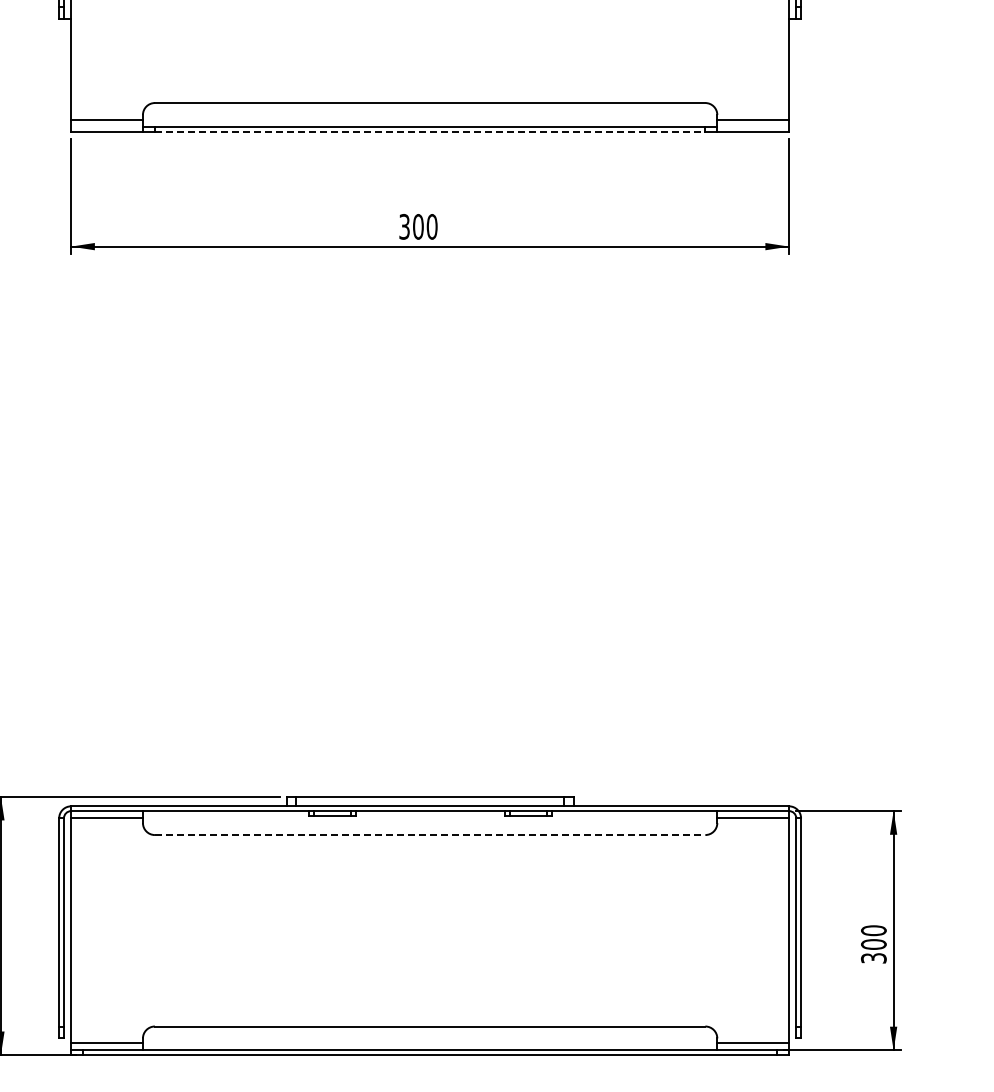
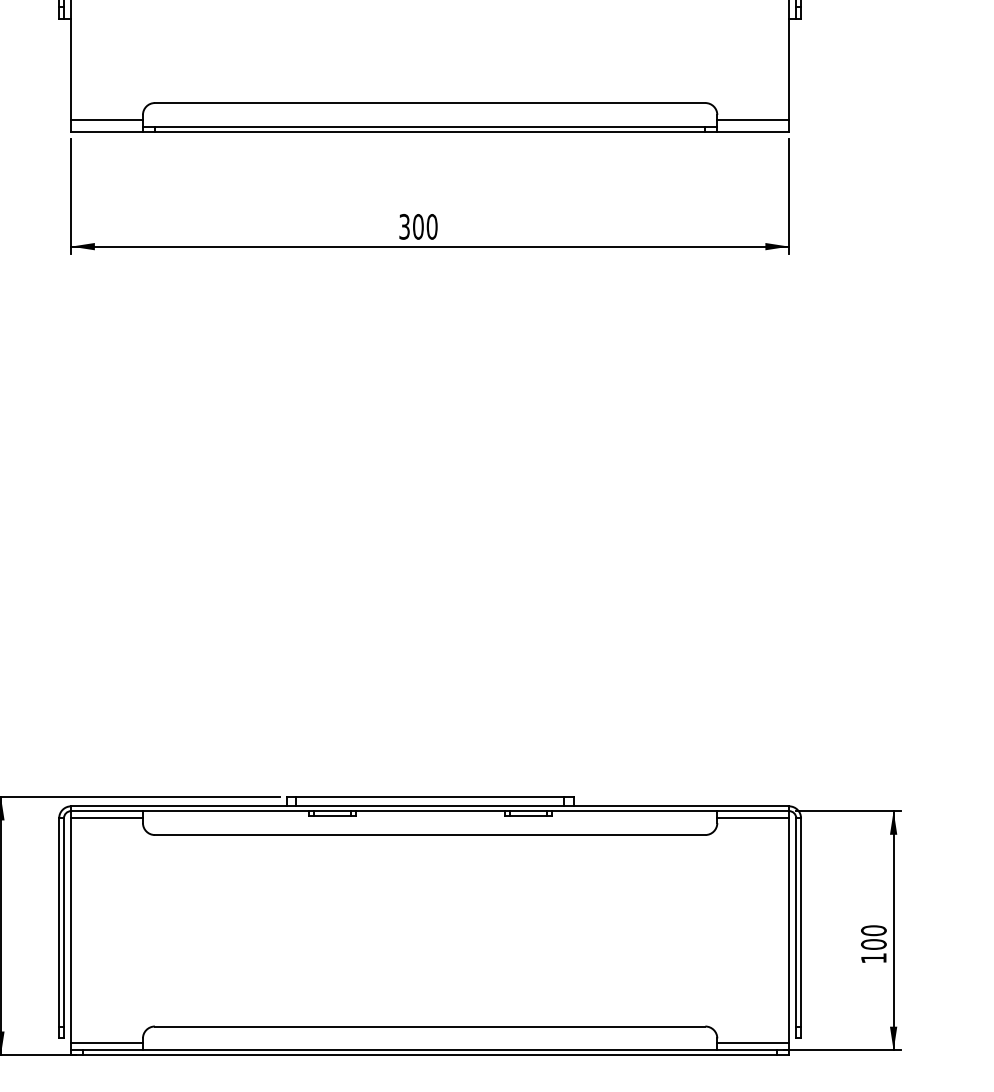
line at (430, 131): dashed -> solid
line at (430, 835): dashed -> solid
text at (873, 958): 300 -> 100
